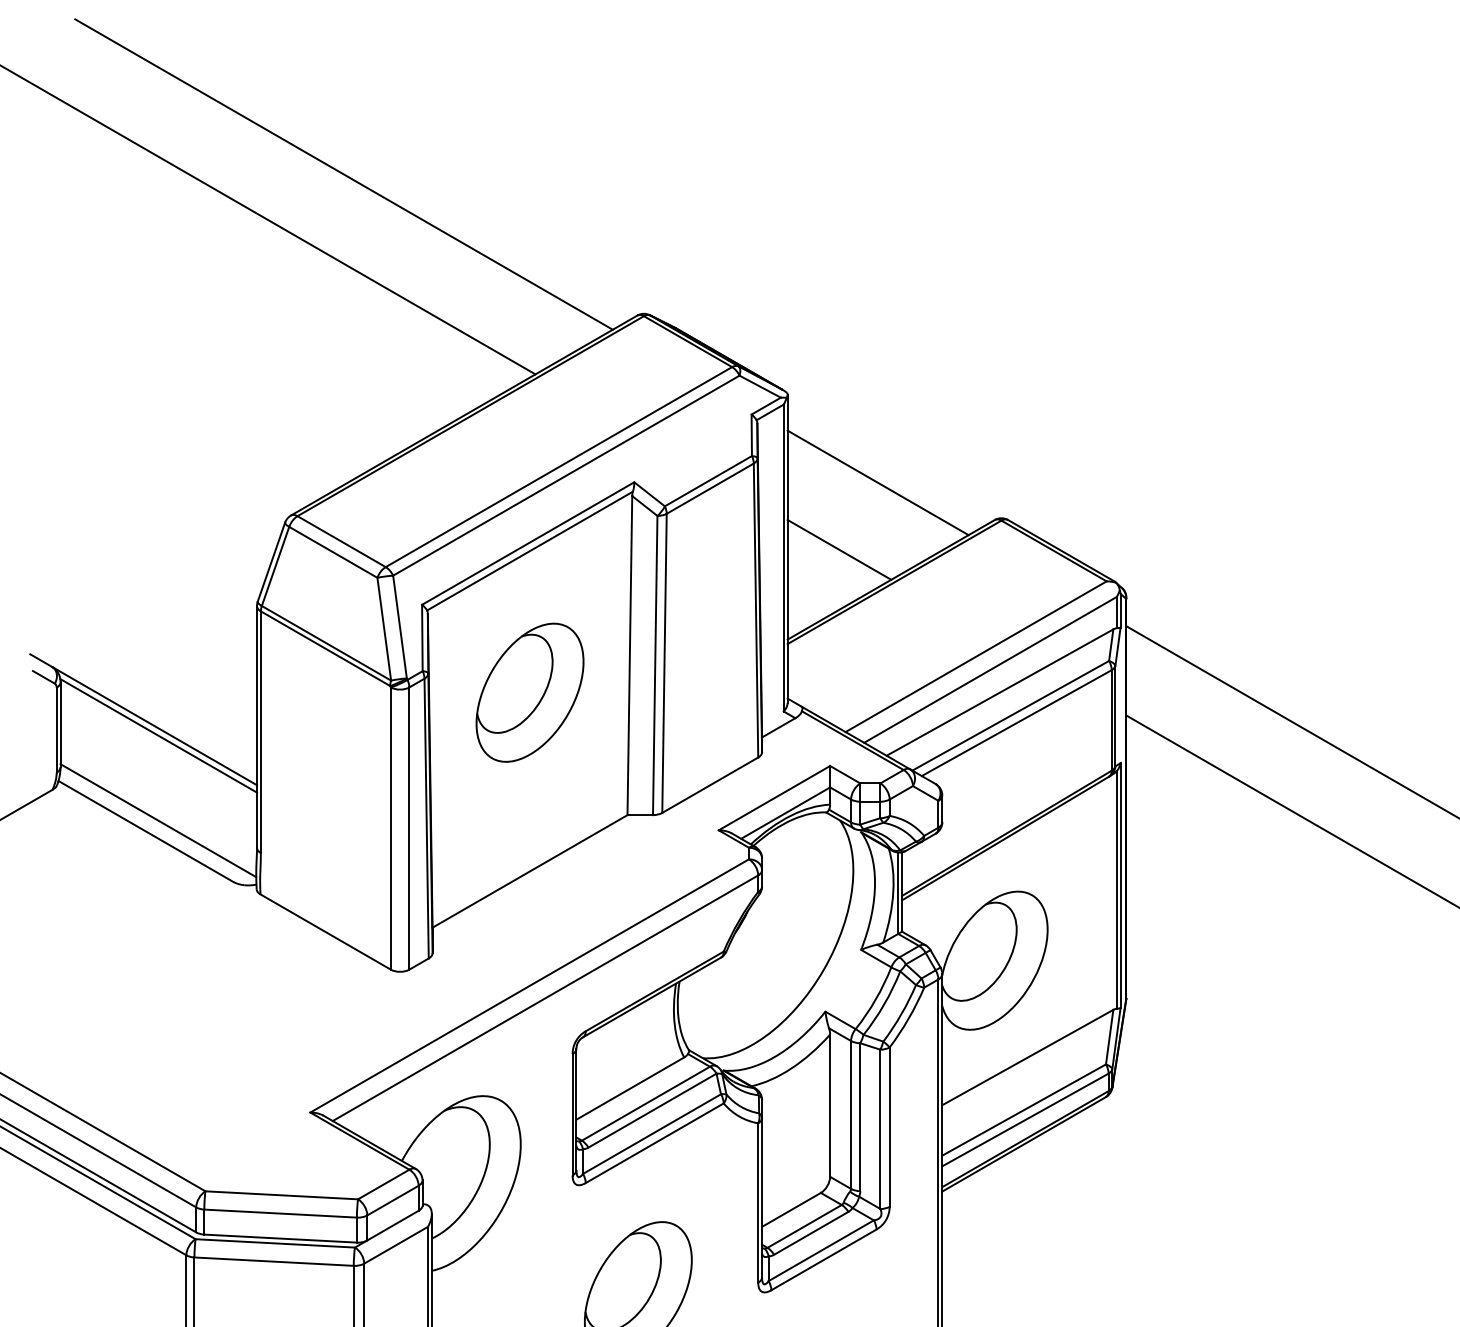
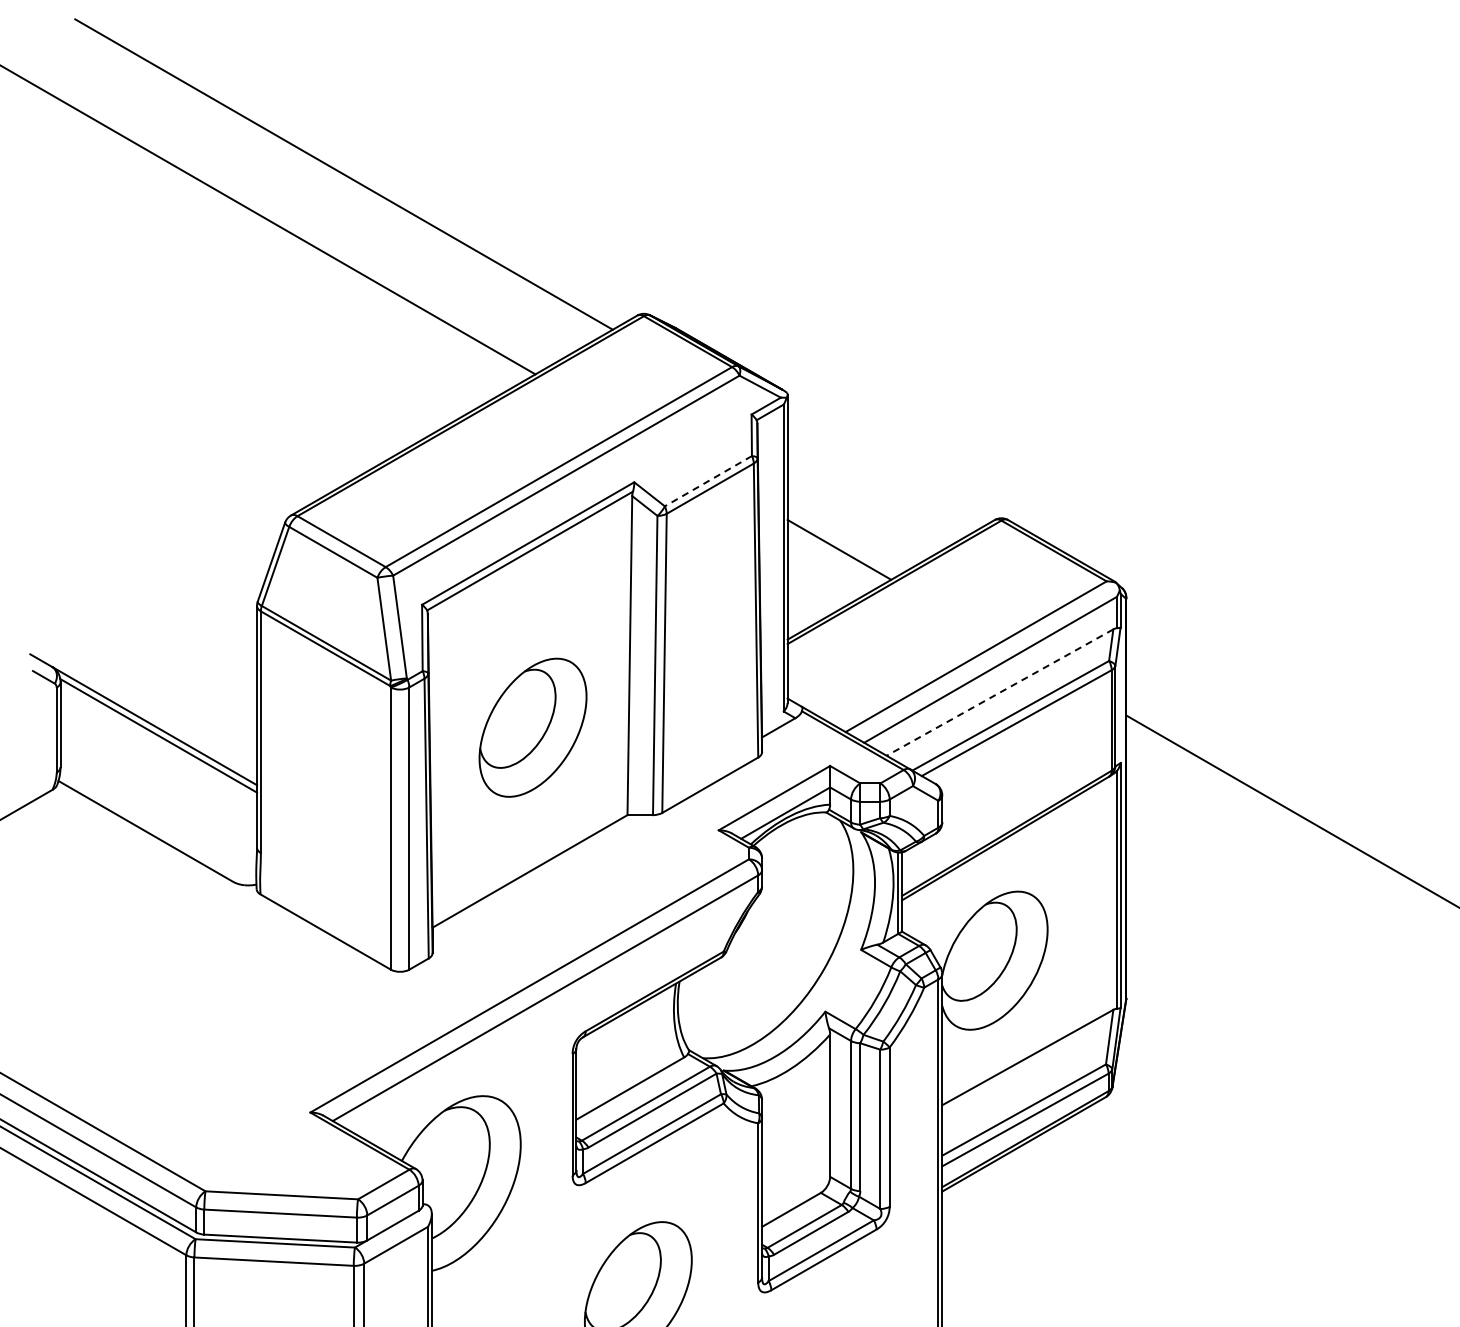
line at (707, 481): solid -> dashed
line at (877, 482): present -> none
part at (529, 692) position: (529, 692) -> (532, 727)
line at (1000, 692): solid -> dashed
line at (1291, 721): present -> none
line at (158, 820): present -> none
